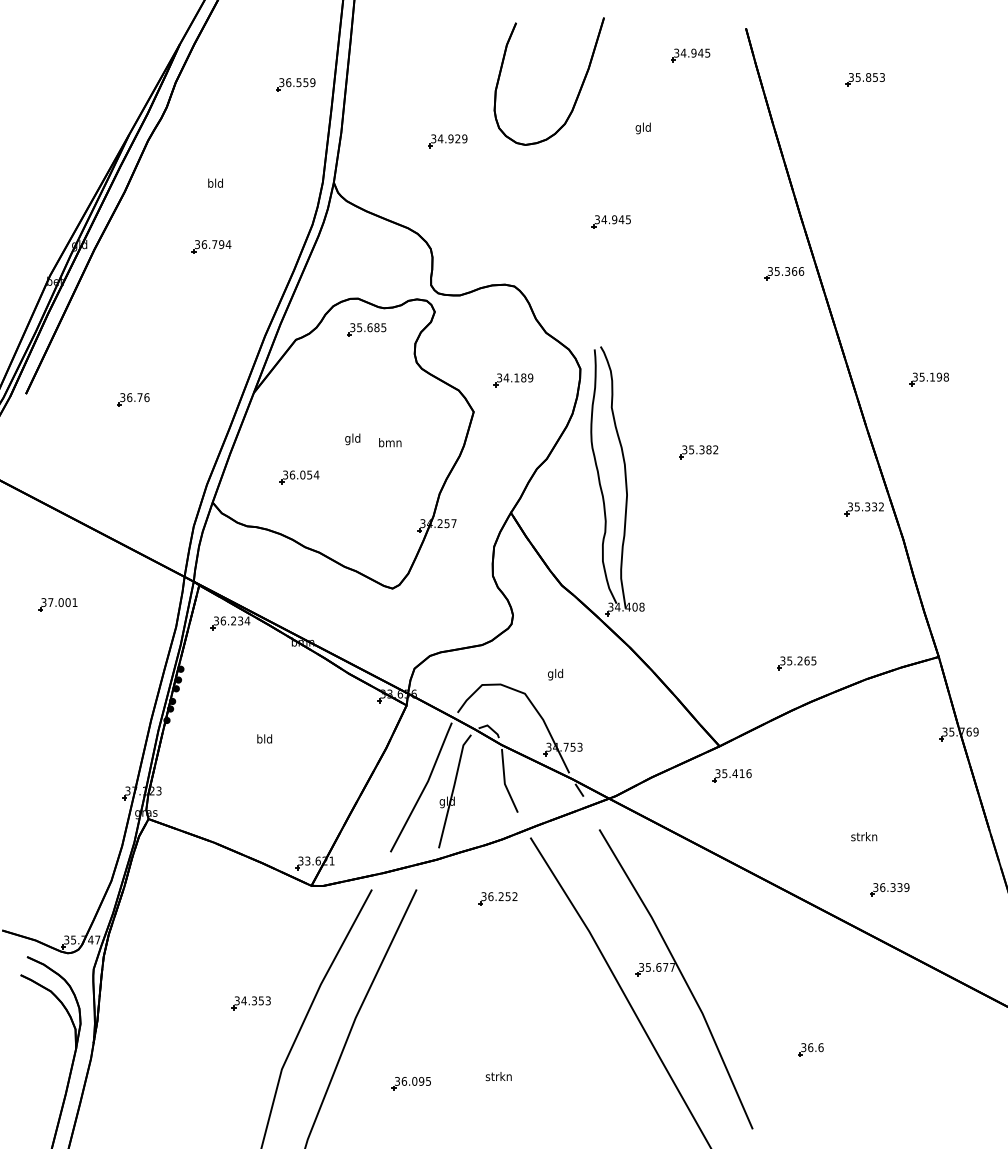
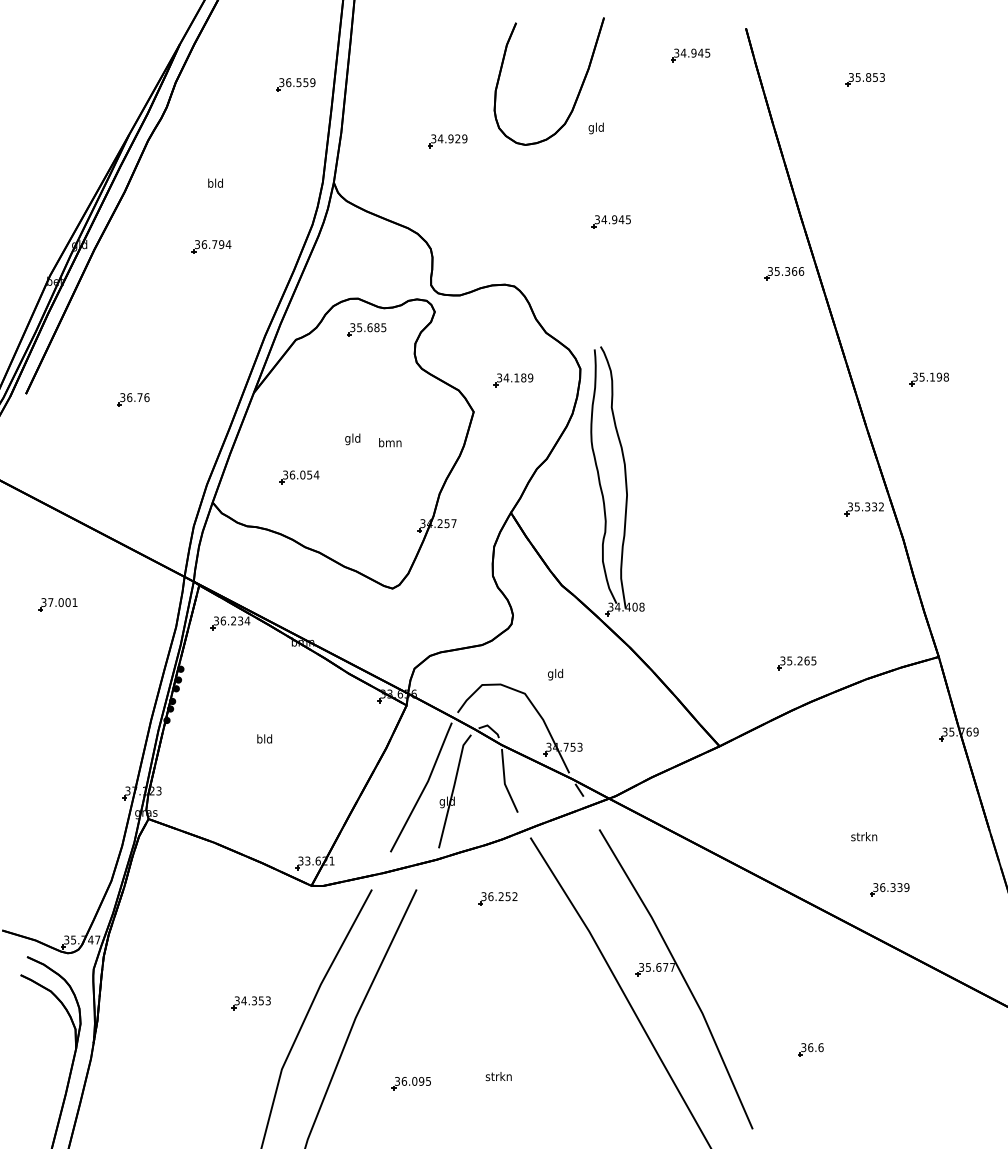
text at (642, 128) position: (642, 128) -> (595, 128)
part at (698, 452): present -> none
part at (731, 775): present -> none
